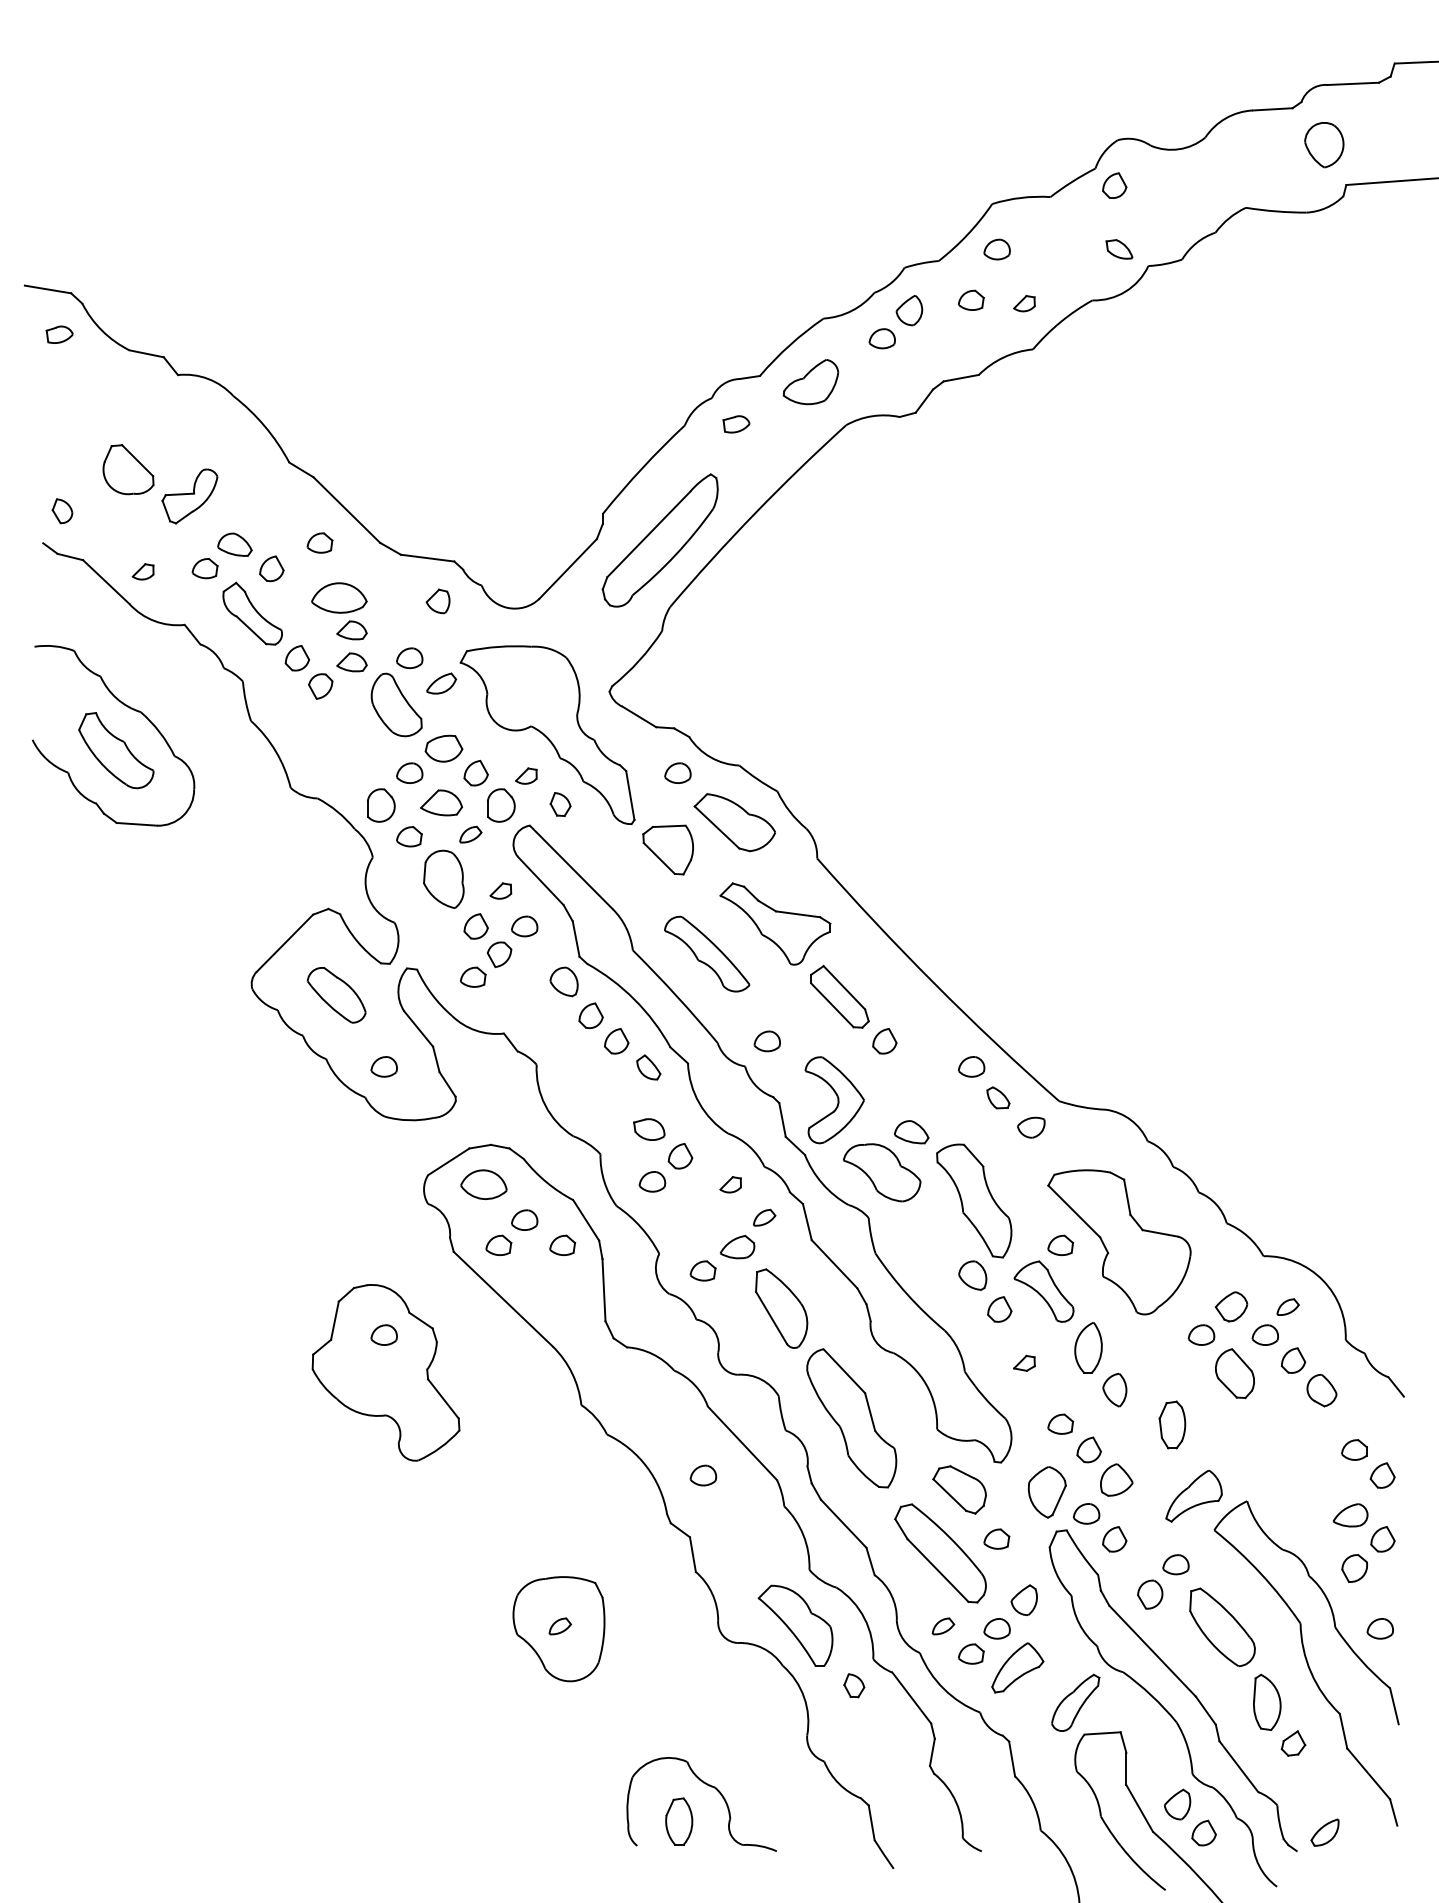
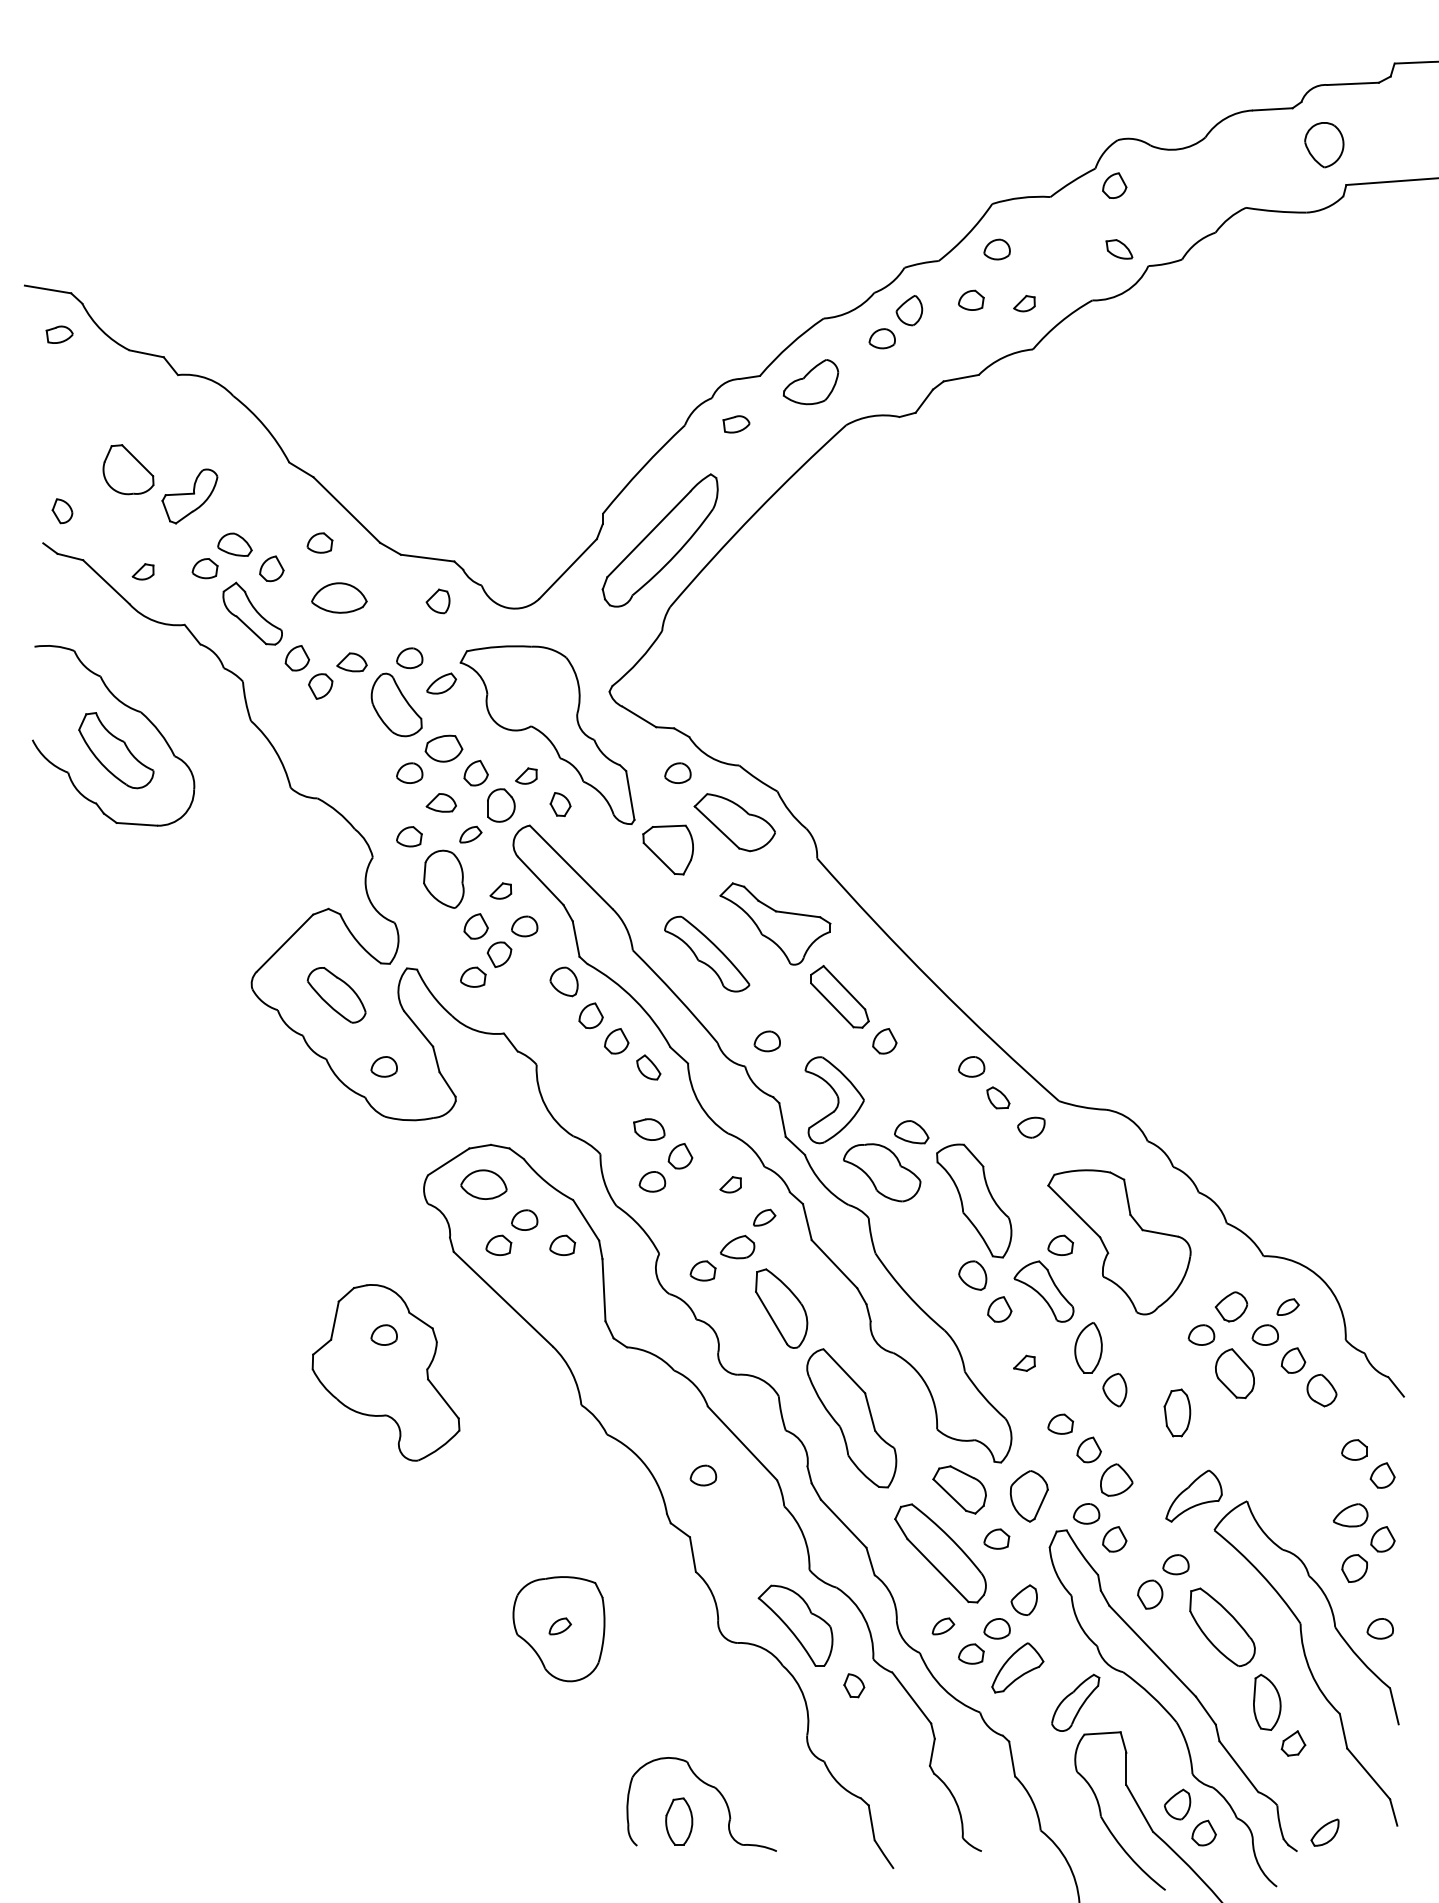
part at (351, 630): present -> none
part at (441, 802) size: 43x28 px -> 32x20 px
part at (381, 805): present -> none
part at (1172, 1424) position: (1172, 1424) -> (1177, 1412)
part at (1046, 1492) position: (1046, 1492) -> (1028, 1496)
